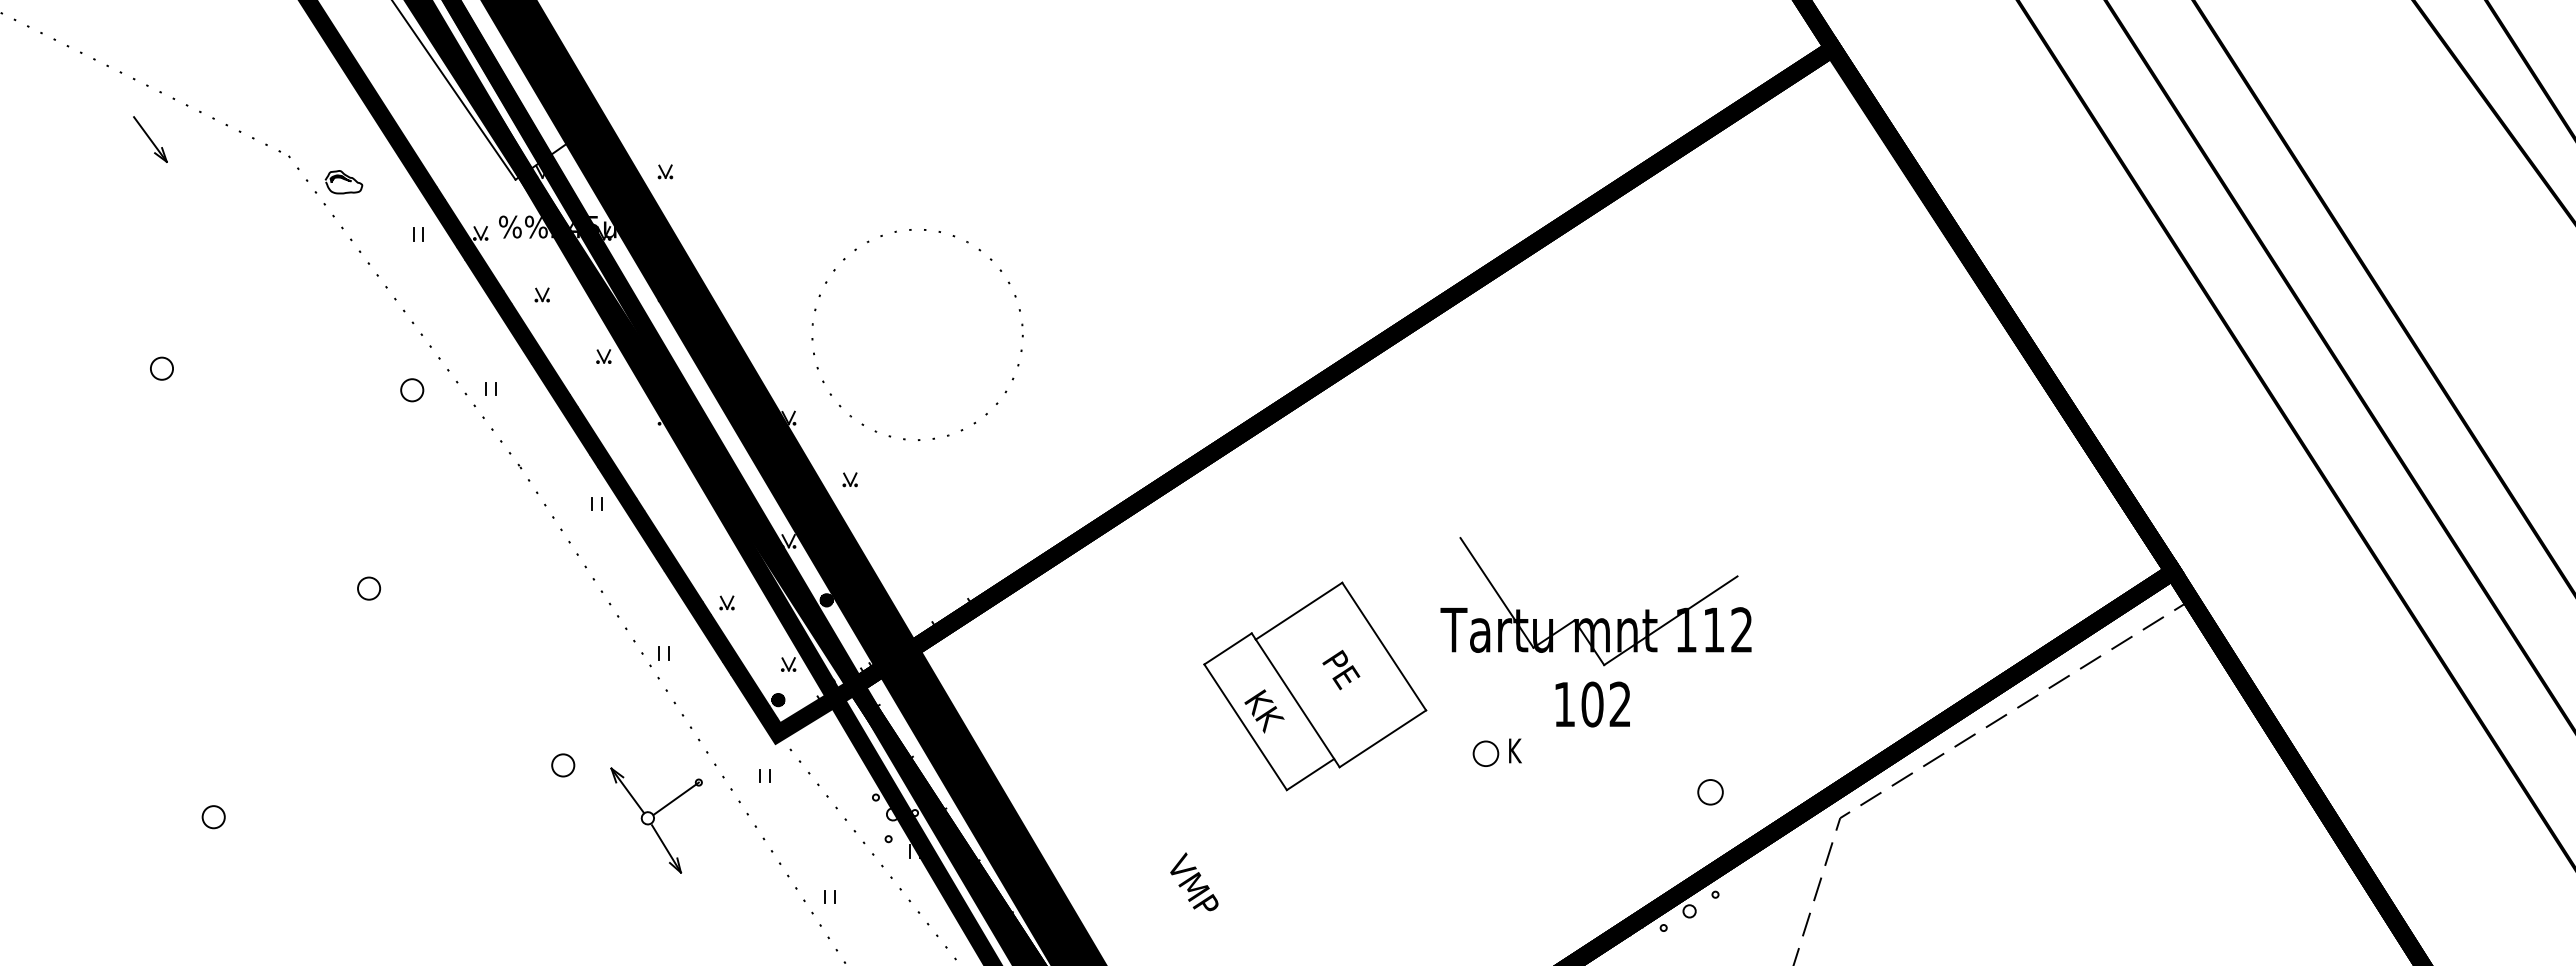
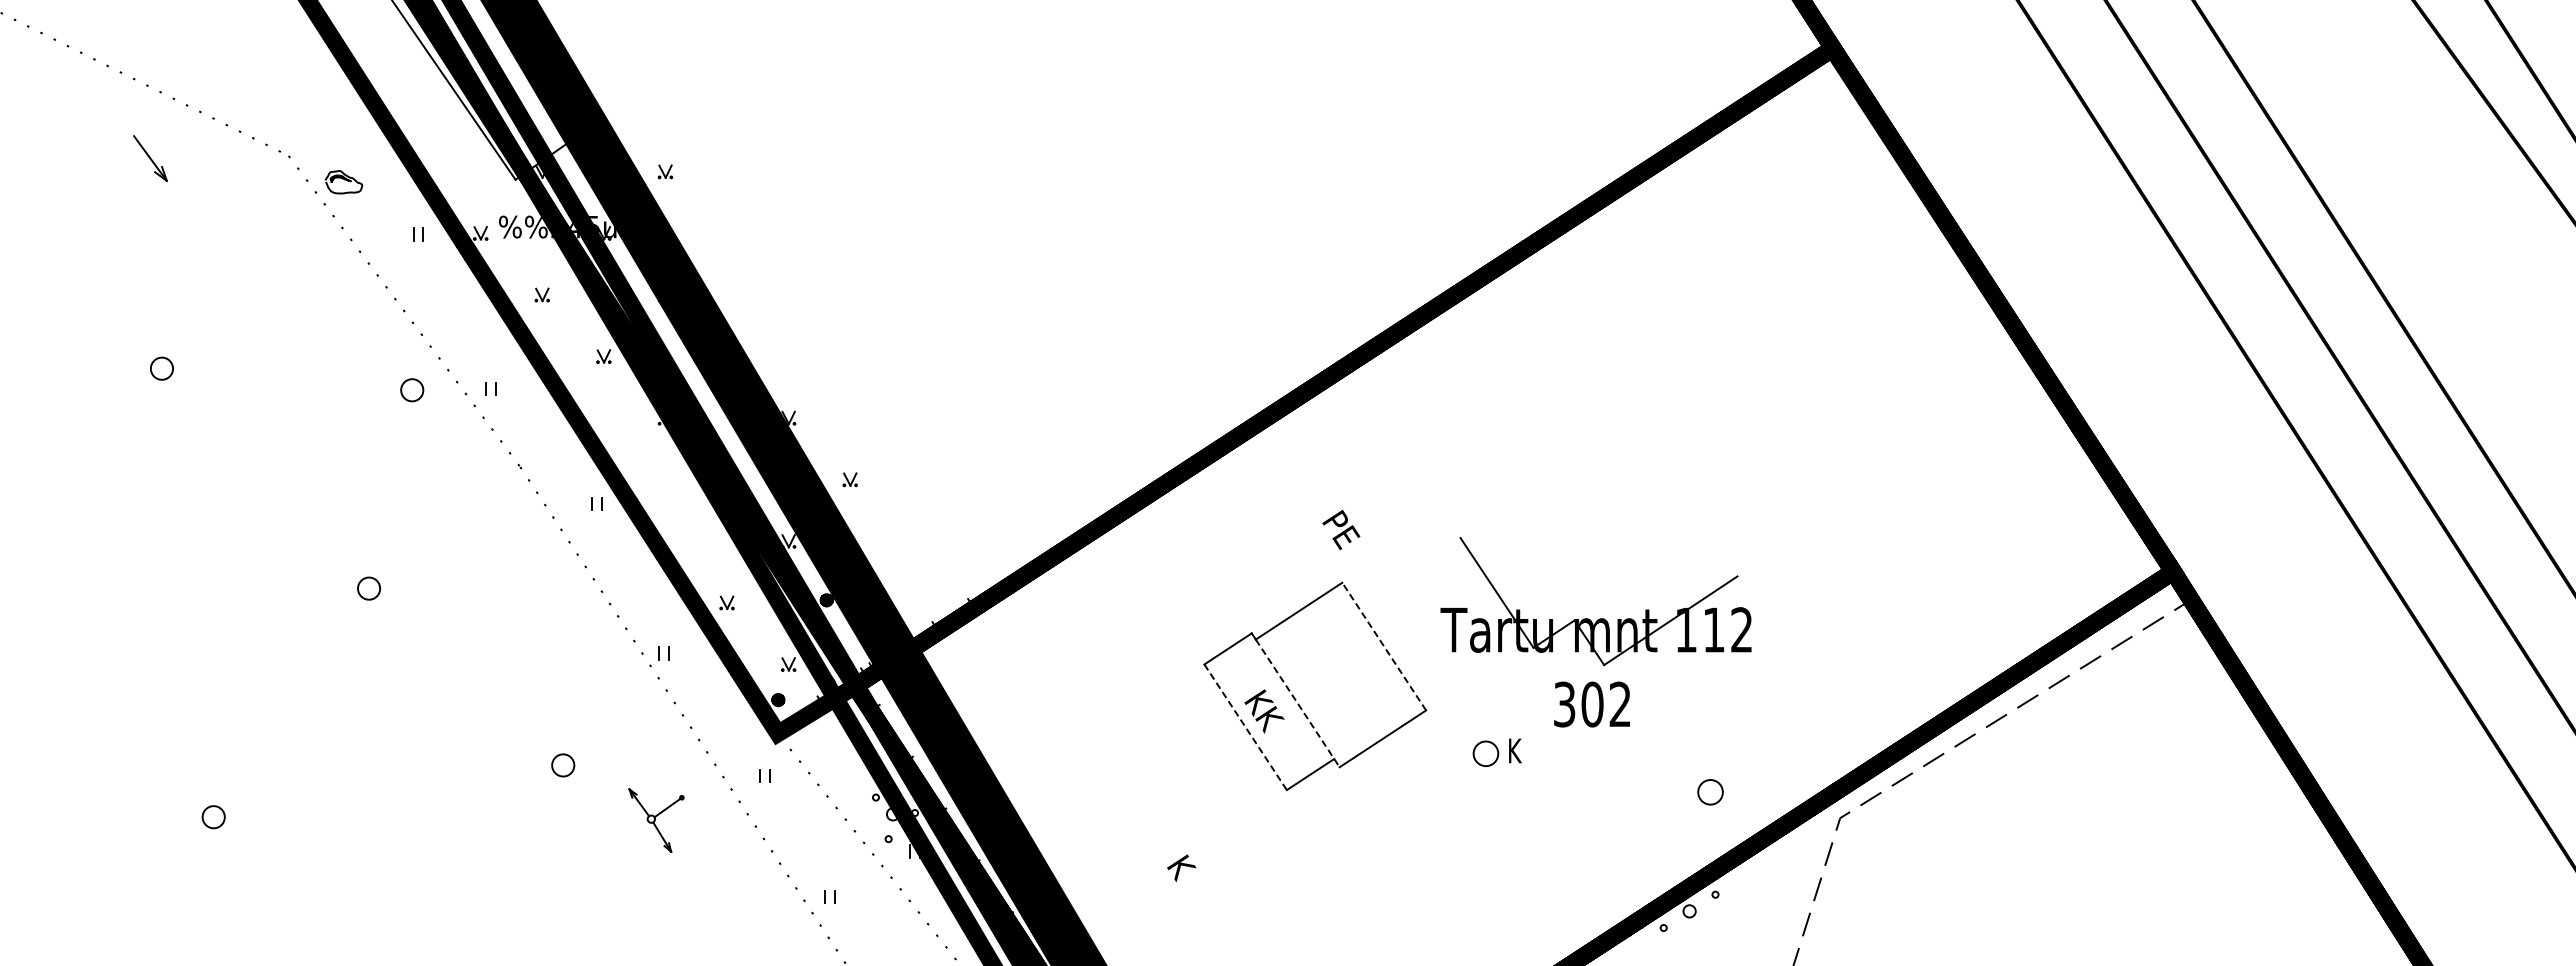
part at (150, 139) position: (150, 139) -> (150, 158)
circle at (917, 334): present -> none
line at (1383, 646): solid -> dashed
text at (1341, 669) position: (1341, 669) -> (1341, 529)
line at (1298, 703): solid -> dashed
text at (1564, 704): 102 -> 302
line at (1245, 727): solid -> dashed
part at (656, 820) size: 93x107 px -> 57x65 px
text at (1192, 881): VMP -> K
